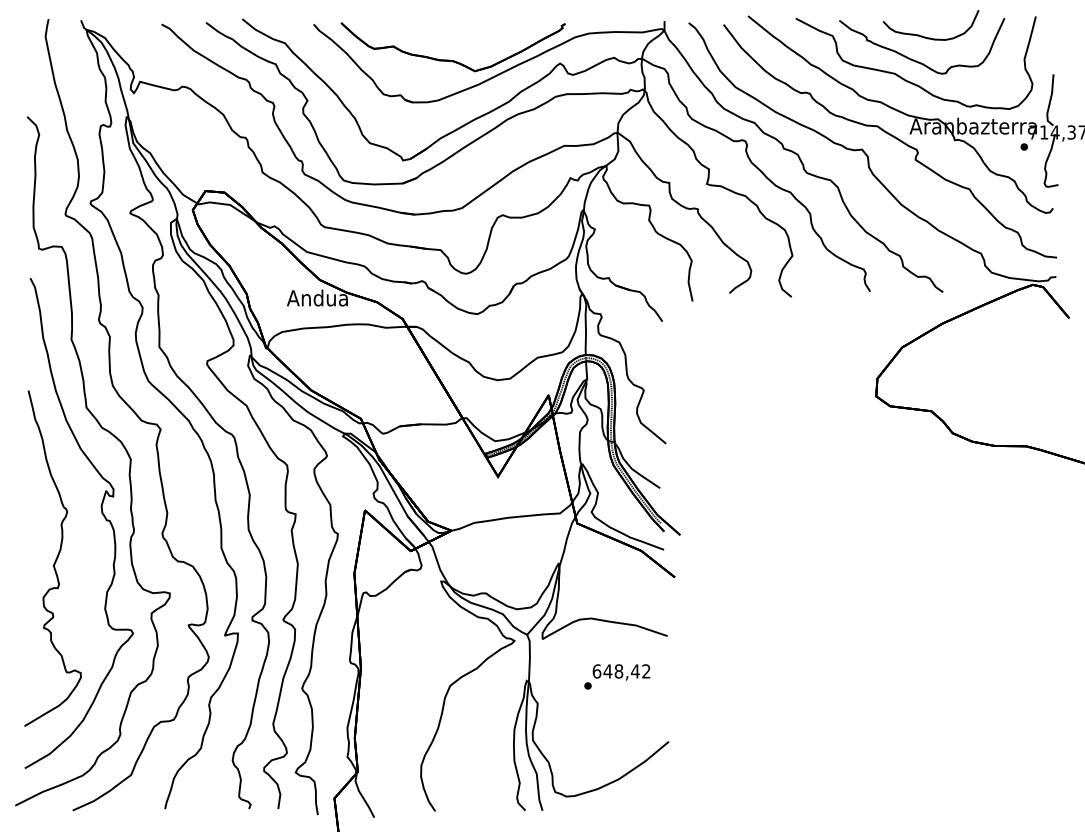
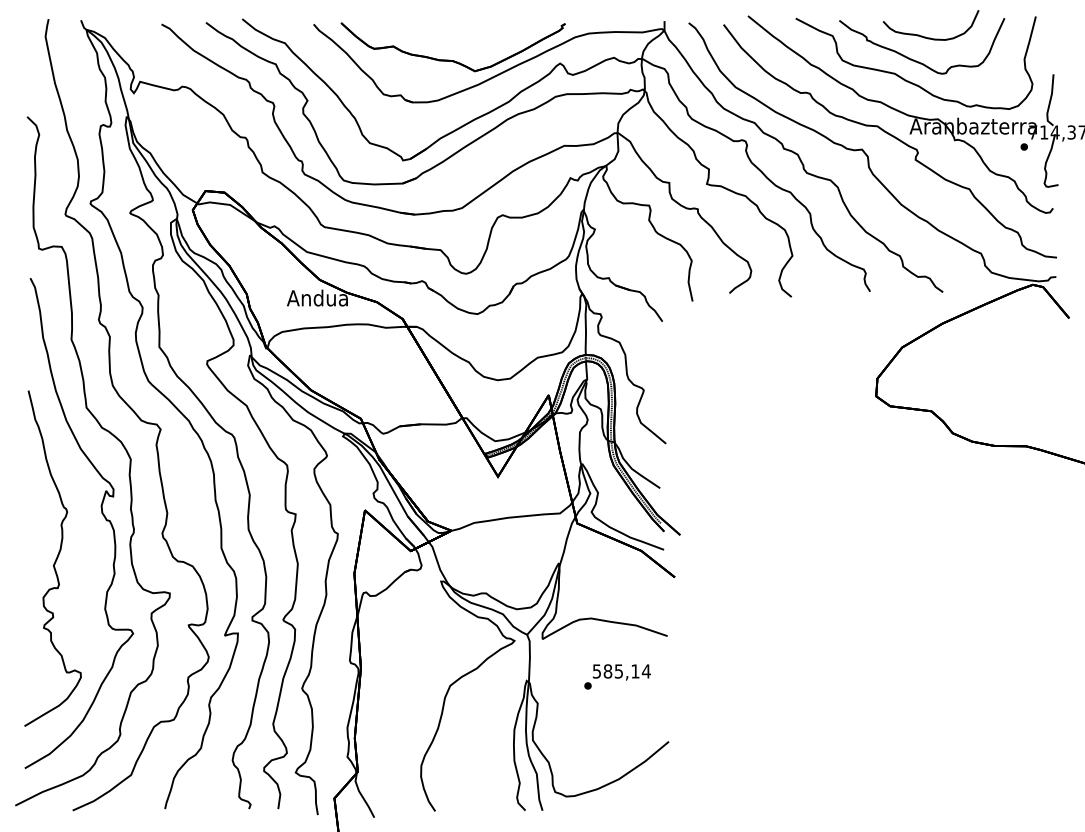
text at (621, 671): 648,42 -> 585,14
